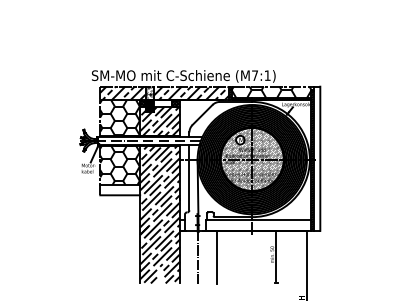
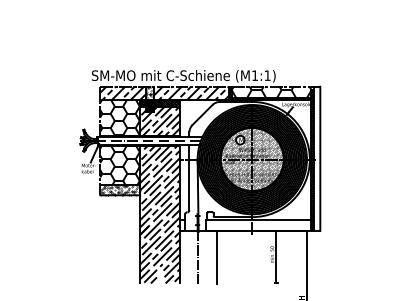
text at (254, 75): (M7:1) -> (M1:1)
hatch at (162, 103): none -> present
hatch at (120, 190): none -> present
